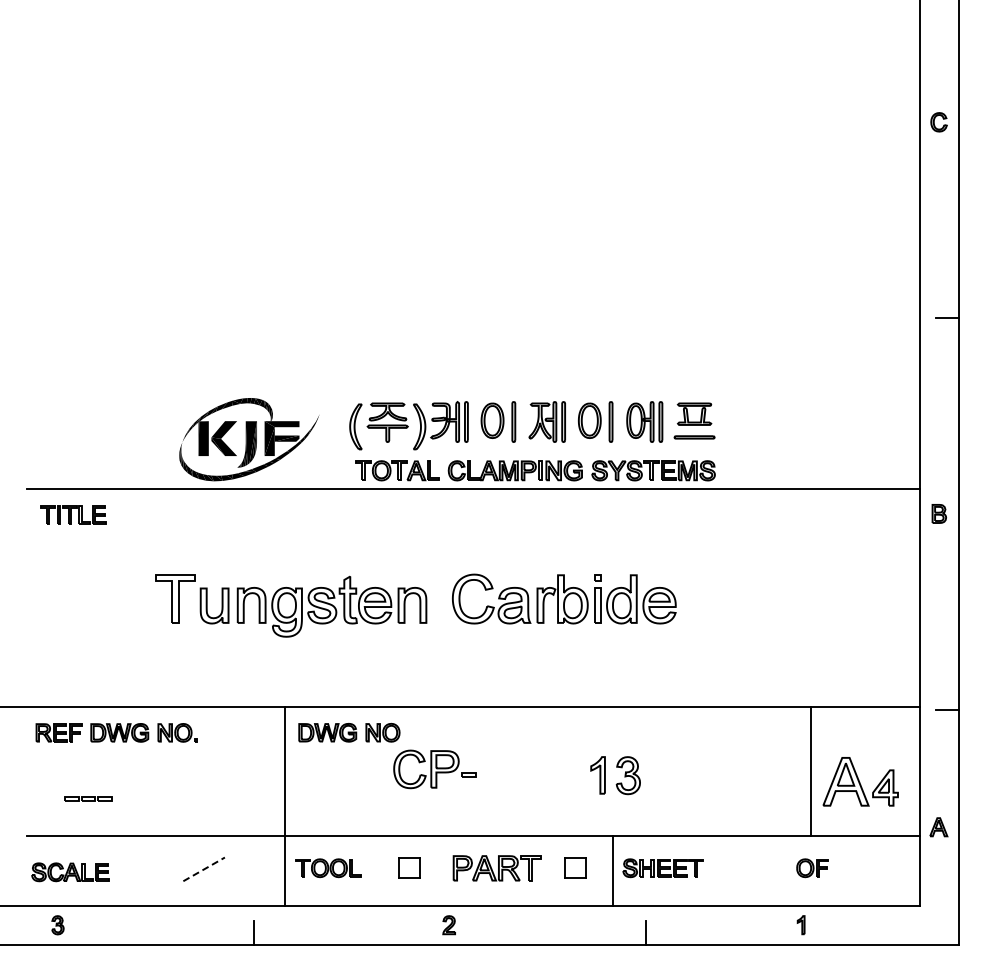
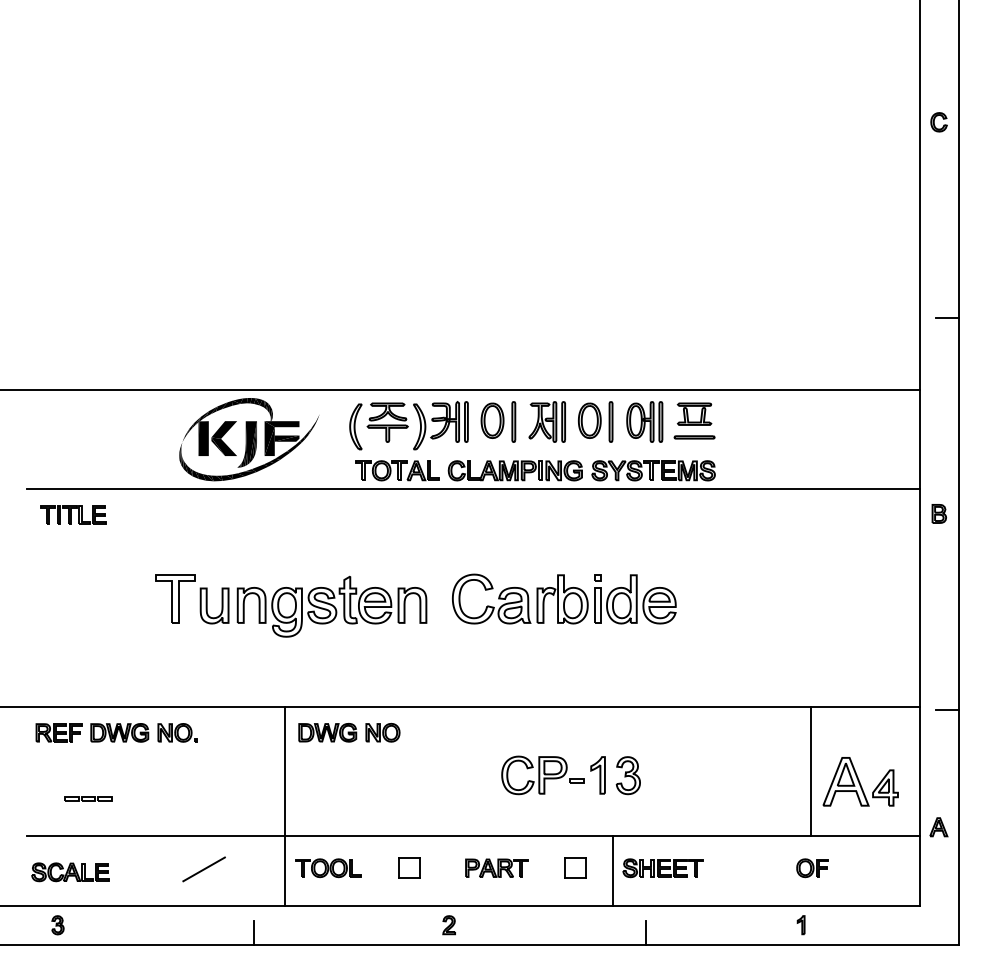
line at (461, 389): none -> present
part at (434, 769) position: (434, 769) -> (542, 775)
part at (496, 868) size: 90x27 px -> 64x20 px
line at (204, 869): dashed -> solid
